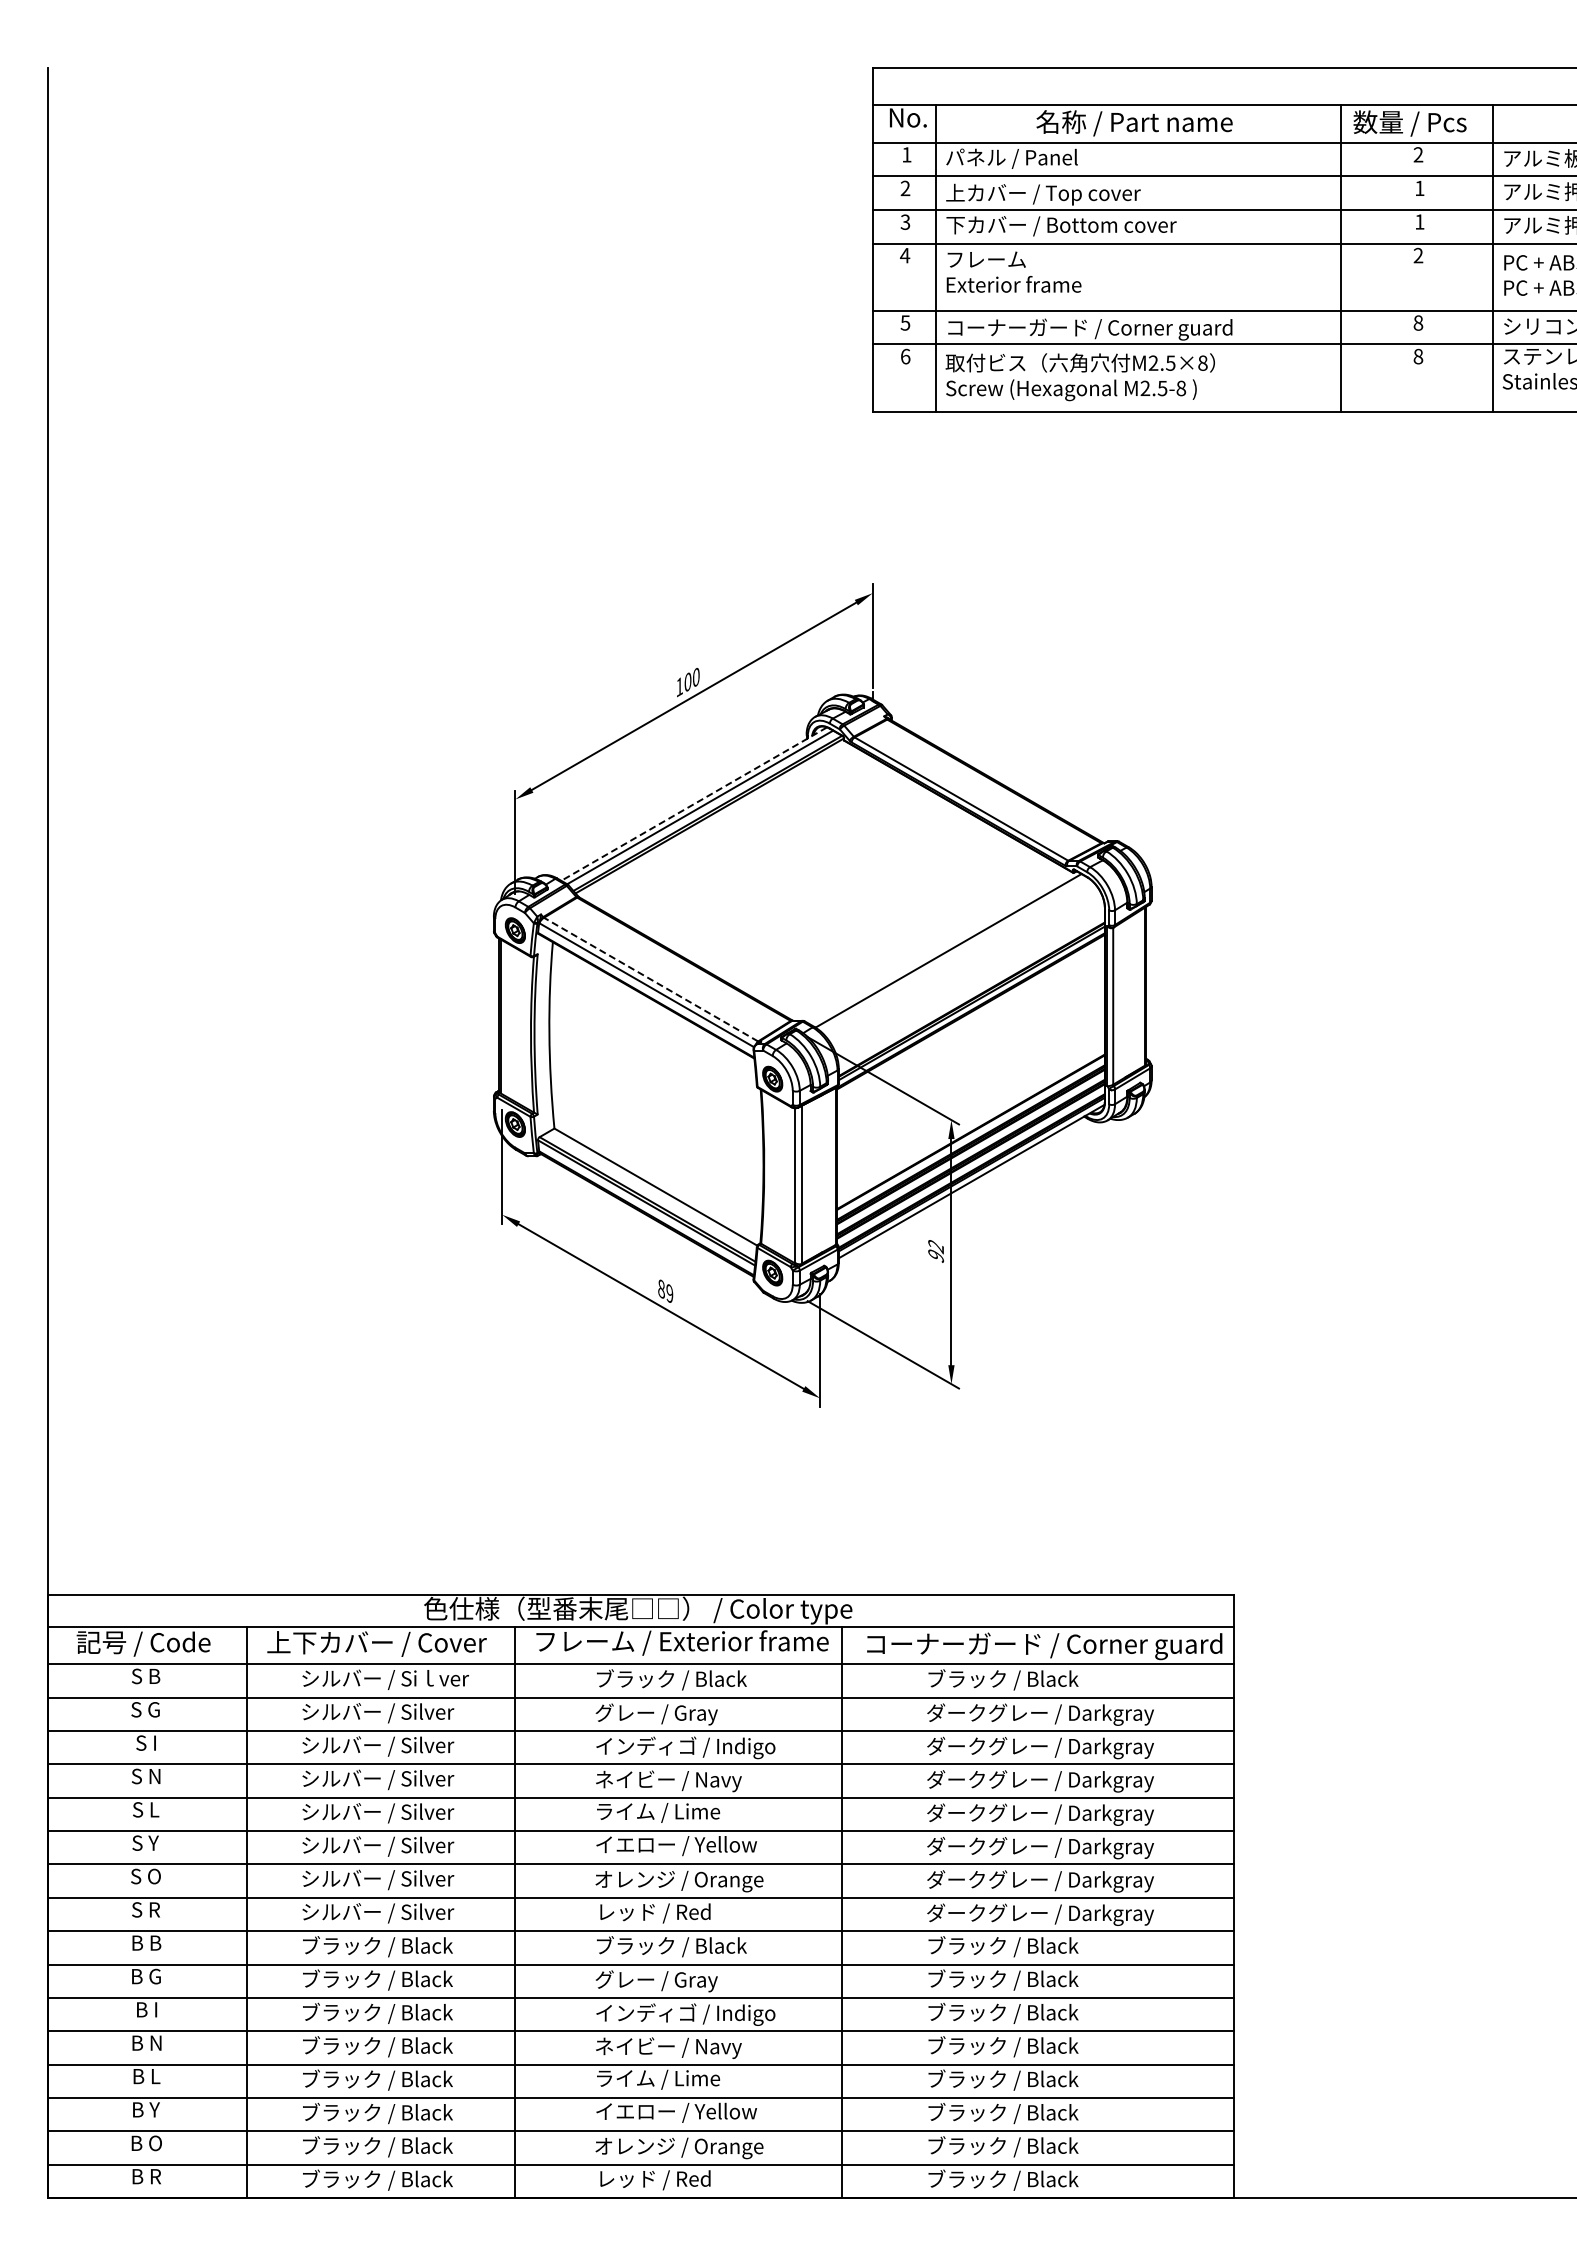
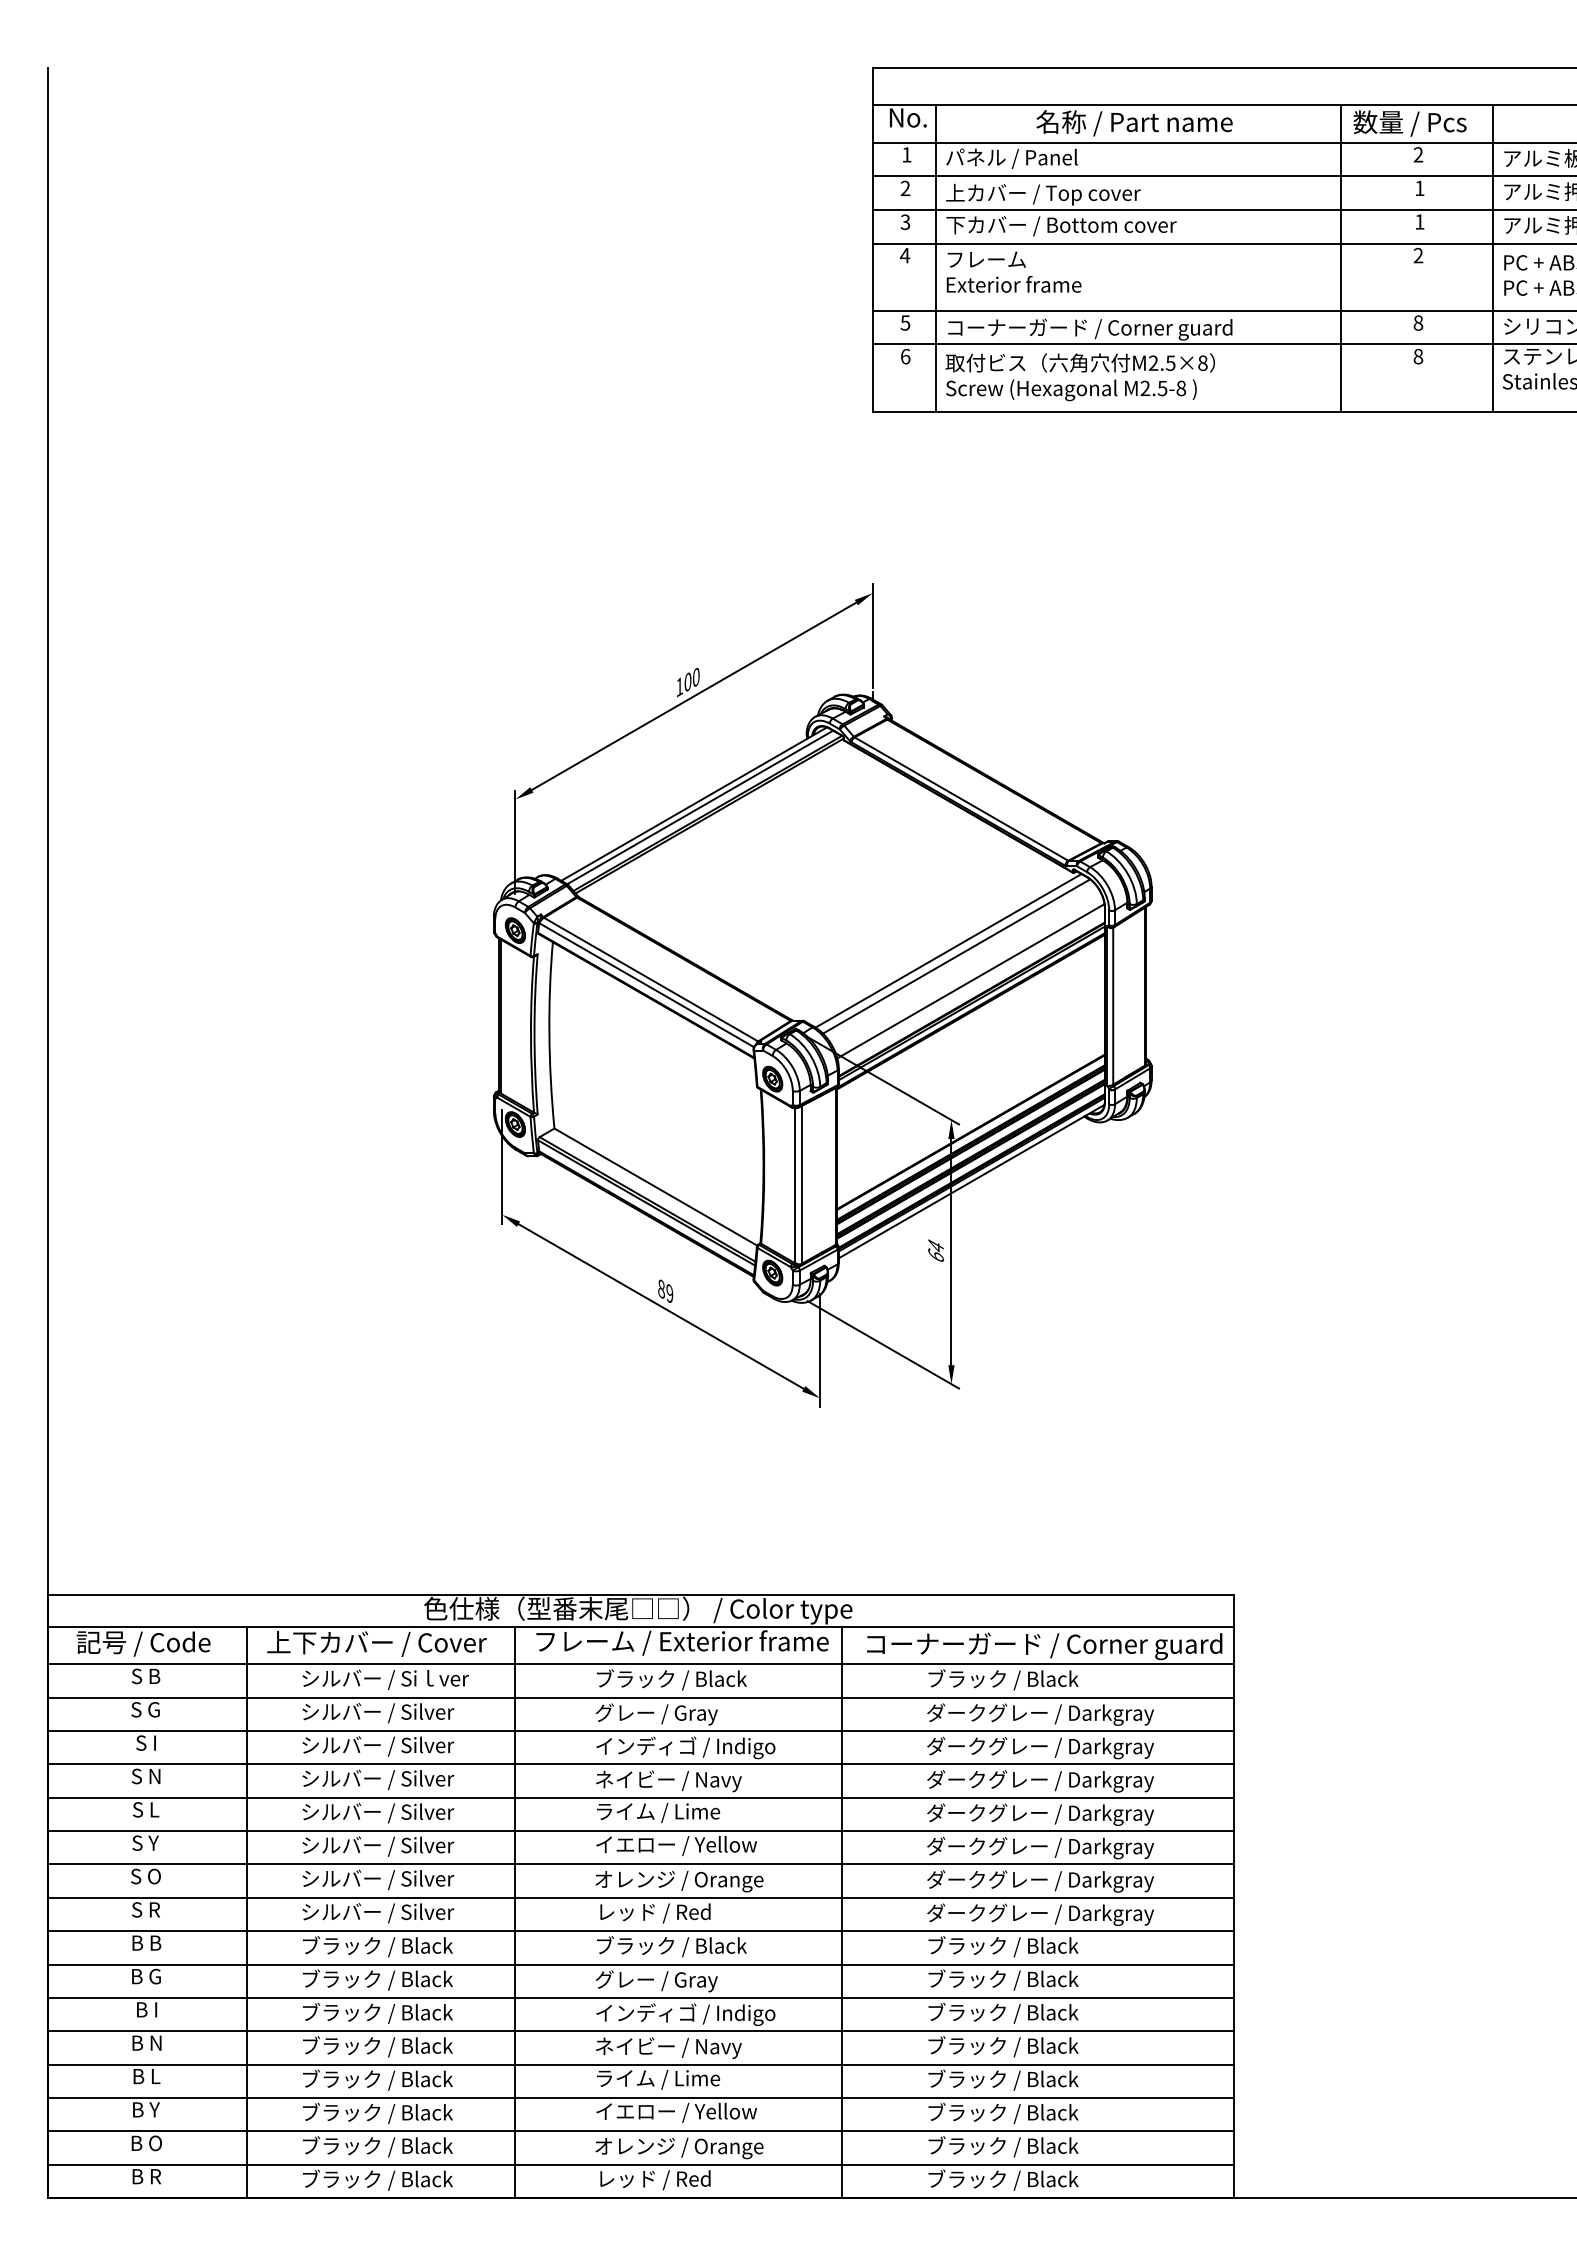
line at (693, 804): dashed -> solid
line at (956, 956): none -> present
line at (651, 979): dashed -> solid
line at (970, 981): none -> present
text at (936, 1250): 92 -> 64
